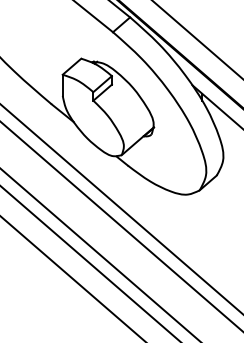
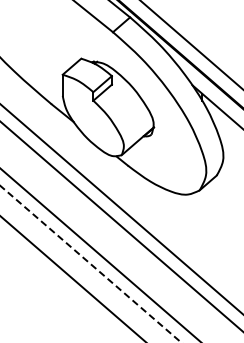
line at (197, 39) position: (197, 39) -> (191, 44)
line at (90, 264): solid -> dashed
